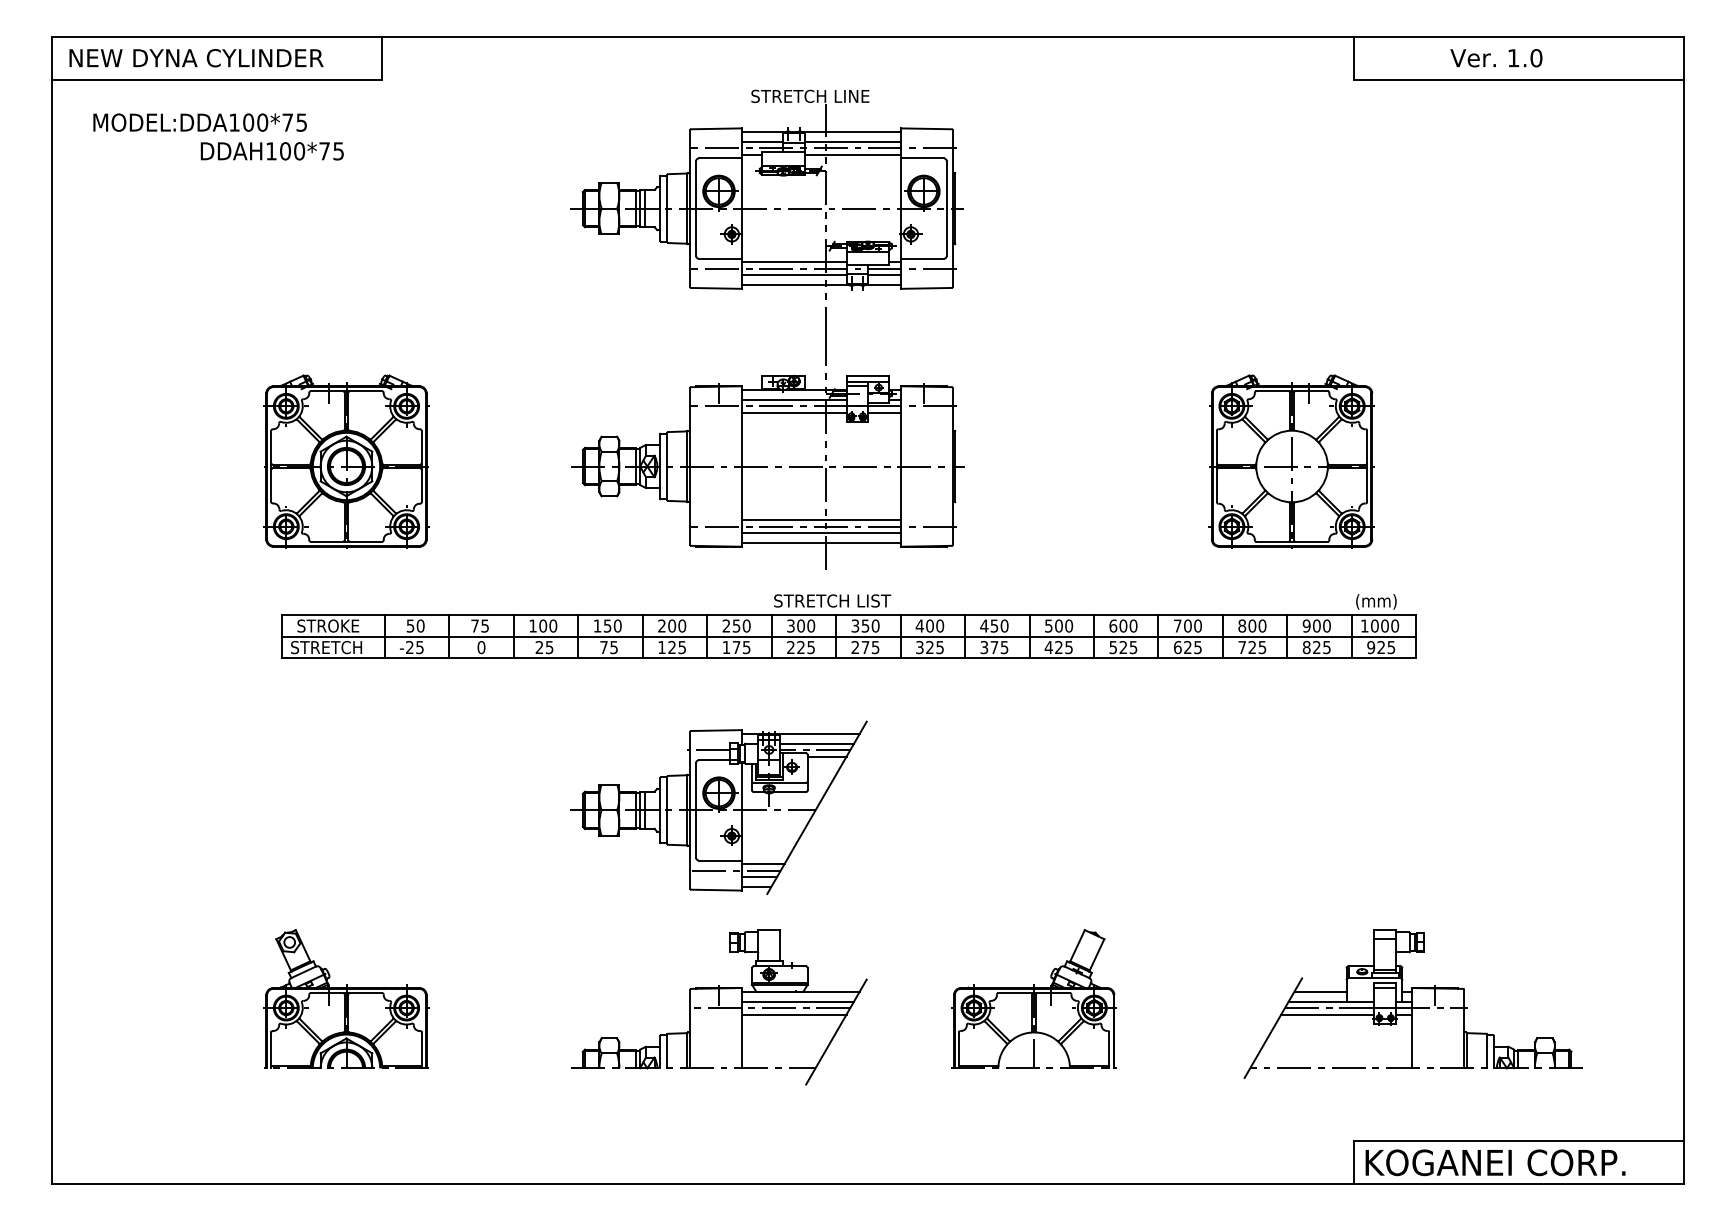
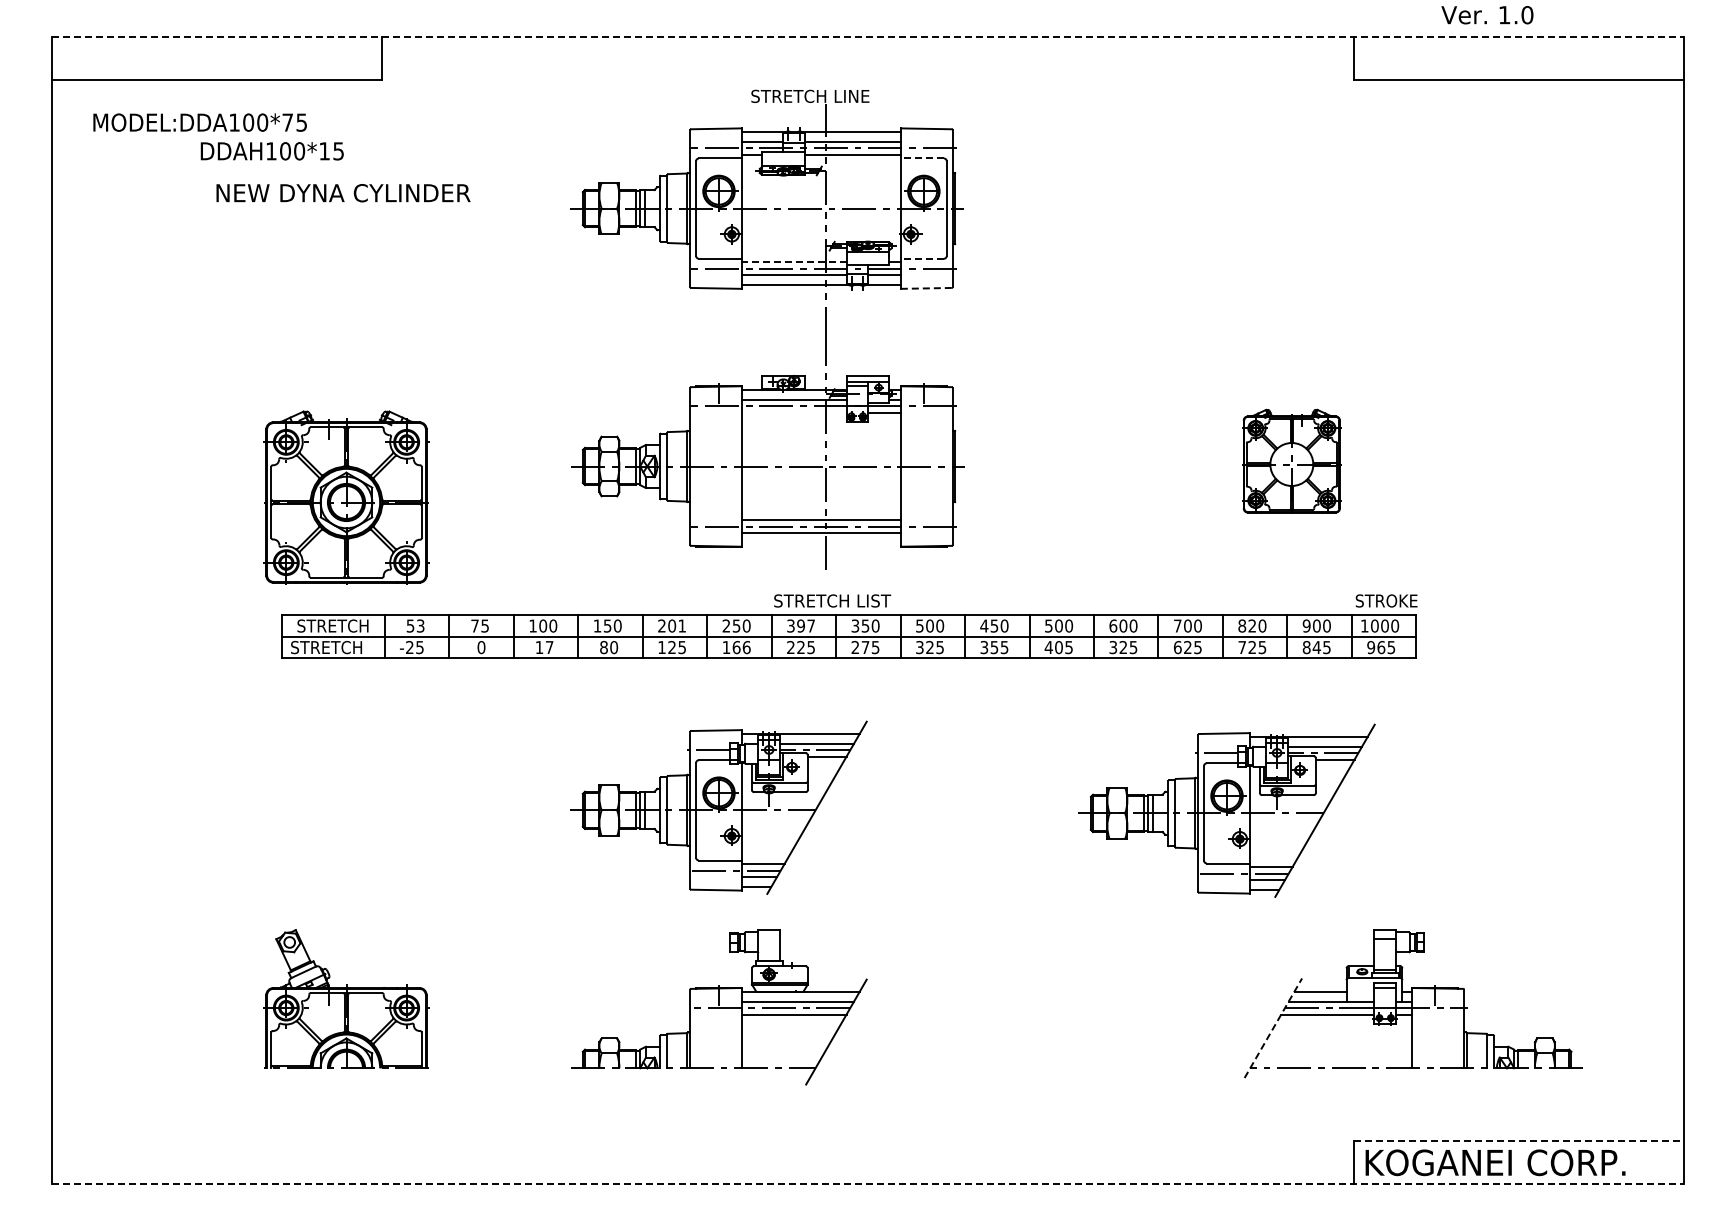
line at (868, 36): solid -> dashed
text at (196, 58) position: (196, 58) -> (343, 193)
text at (1496, 58) position: (1496, 58) -> (1487, 15)
text at (324, 151): DDAH100*75 -> DDAH100*15
line at (921, 158): solid -> dashed
line at (921, 258): solid -> dashed
line at (793, 262): solid -> dashed
line at (925, 288): solid -> dashed
line at (793, 412): present -> none
part at (346, 461) position: (346, 461) -> (346, 497)
part at (1291, 461) size: 167x175 px -> 100x106 px
line at (820, 543): present -> none
text at (1386, 601): (mm) -> STROKE
text at (348, 625): STROKE -> STRETCH
text at (420, 625): 50 -> 53
text at (682, 625): 200 -> 201
text at (806, 625): 300 -> 397
text at (919, 625): 400 -> 500
text at (1252, 625): 800 -> 820
text at (1316, 646): 825 -> 845
text at (544, 647): 25 -> 17
text at (609, 647): 75 -> 80
text at (741, 647): 175 -> 166
text at (994, 647): 375 -> 355
text at (1058, 647): 425 -> 405
text at (1113, 647): 525 -> 325
text at (1381, 647): 925 -> 965
part at (1226, 810): none -> present
part at (1033, 998): present -> none
line at (1273, 1027): solid -> dashed
line at (1519, 1141): solid -> dashed
line at (868, 1184): solid -> dashed
